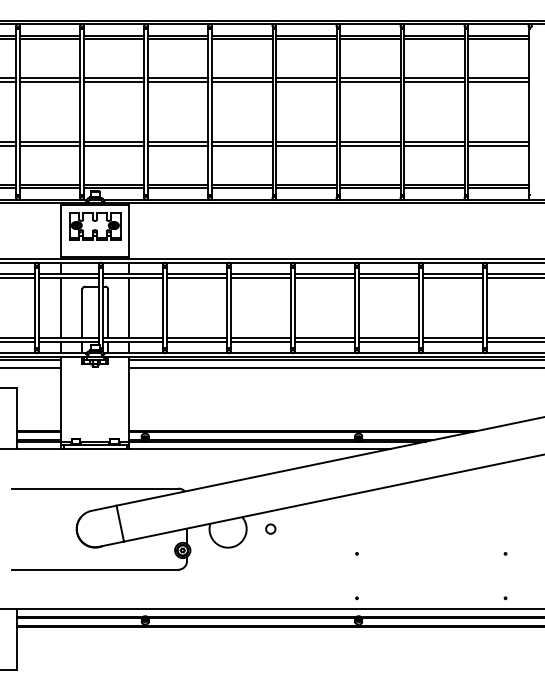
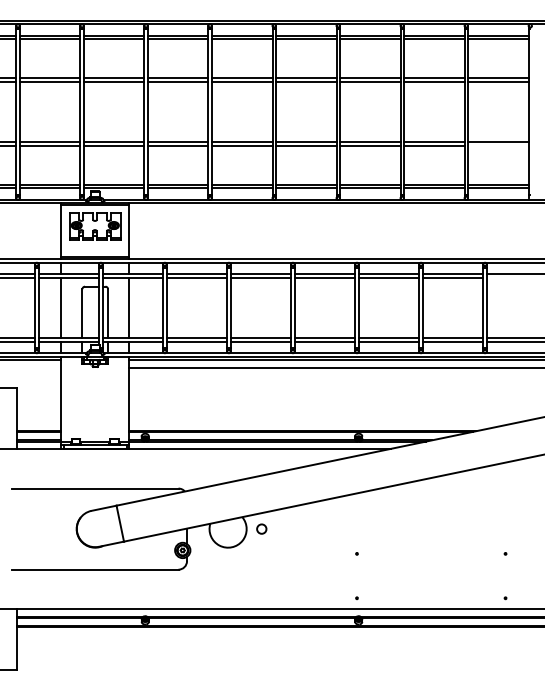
line at (498, 145): present -> none
line at (513, 277): present -> none
line at (31, 368): present -> none
circle at (270, 528) position: (270, 528) -> (261, 528)
